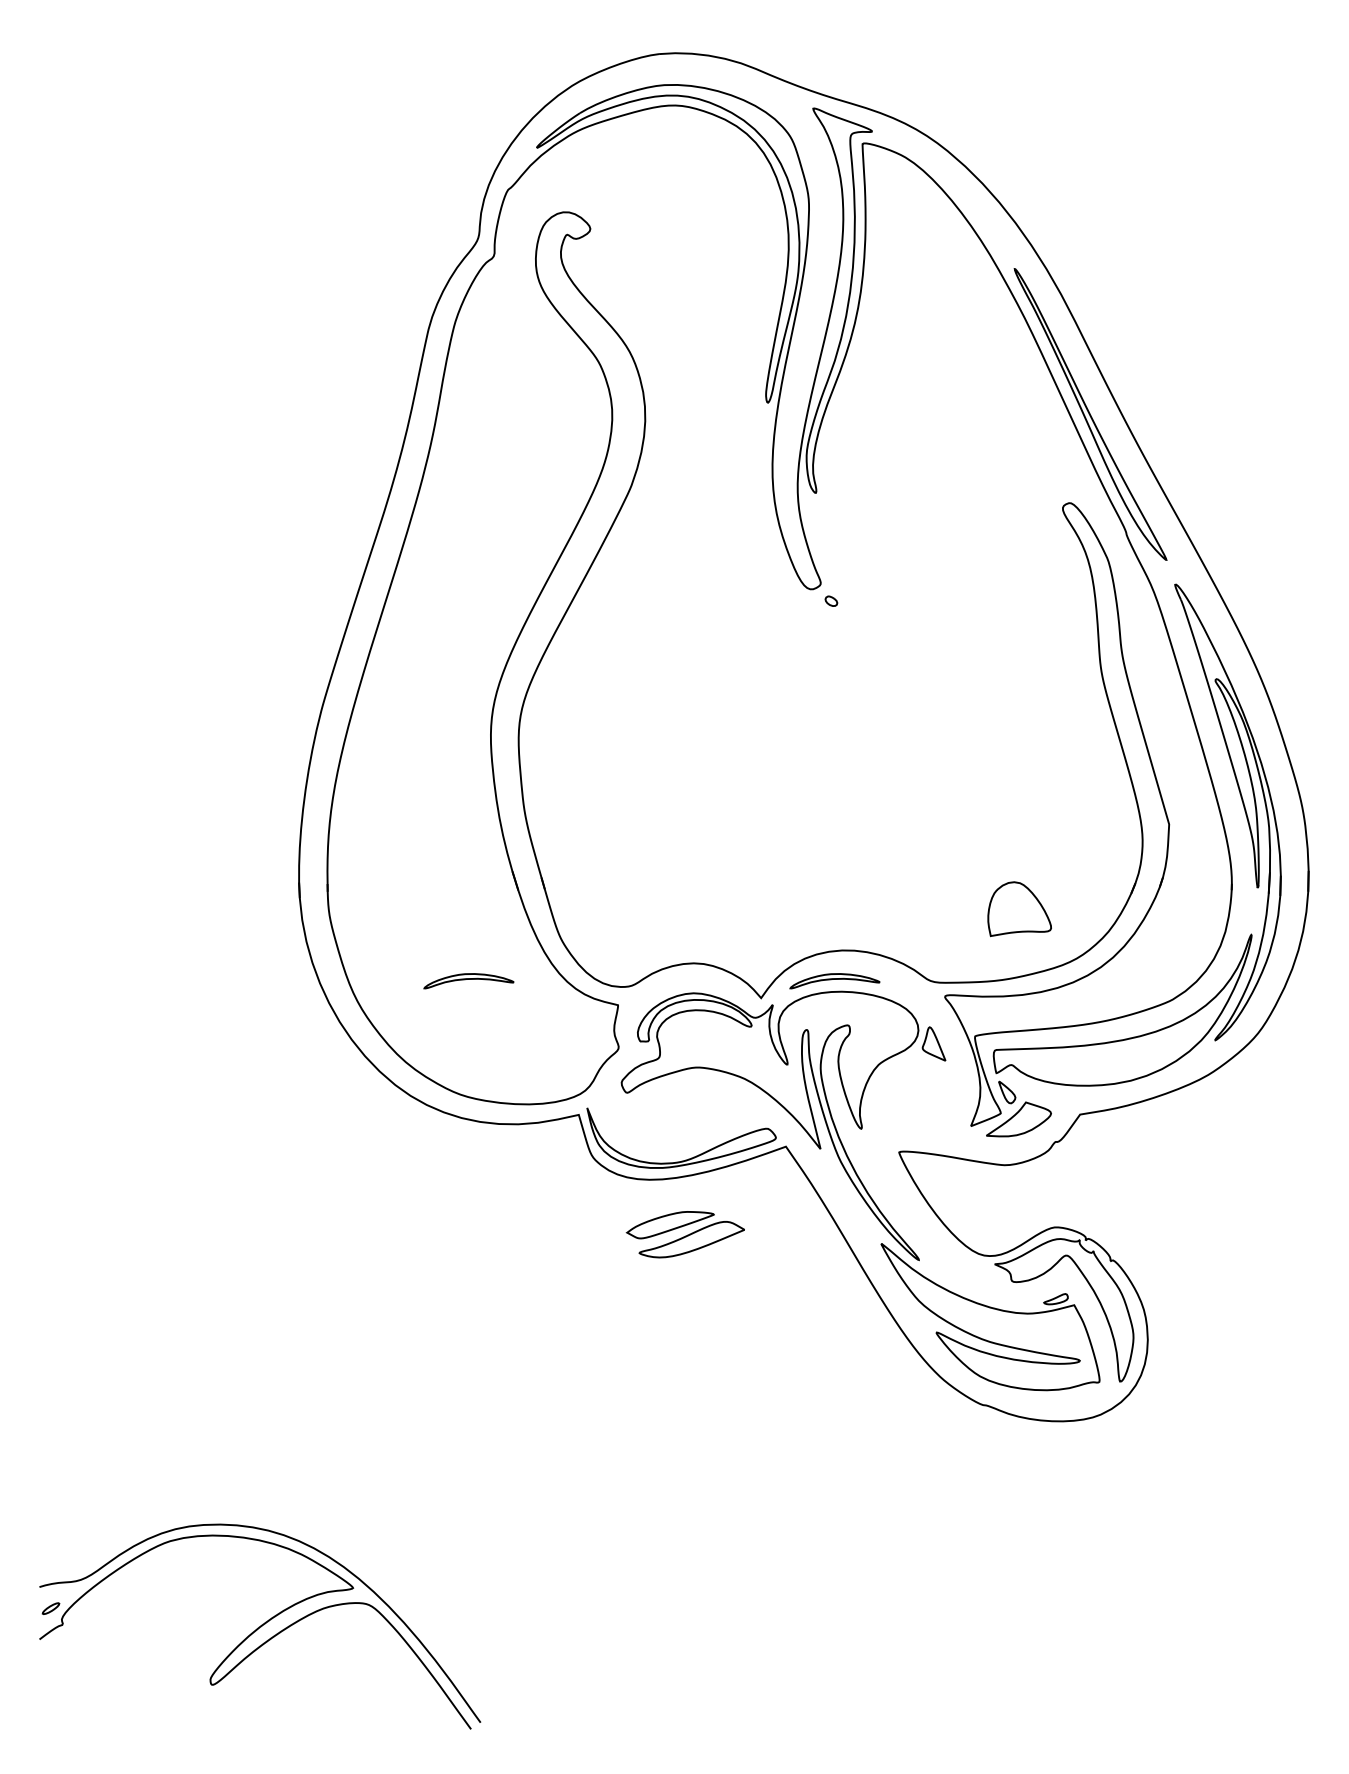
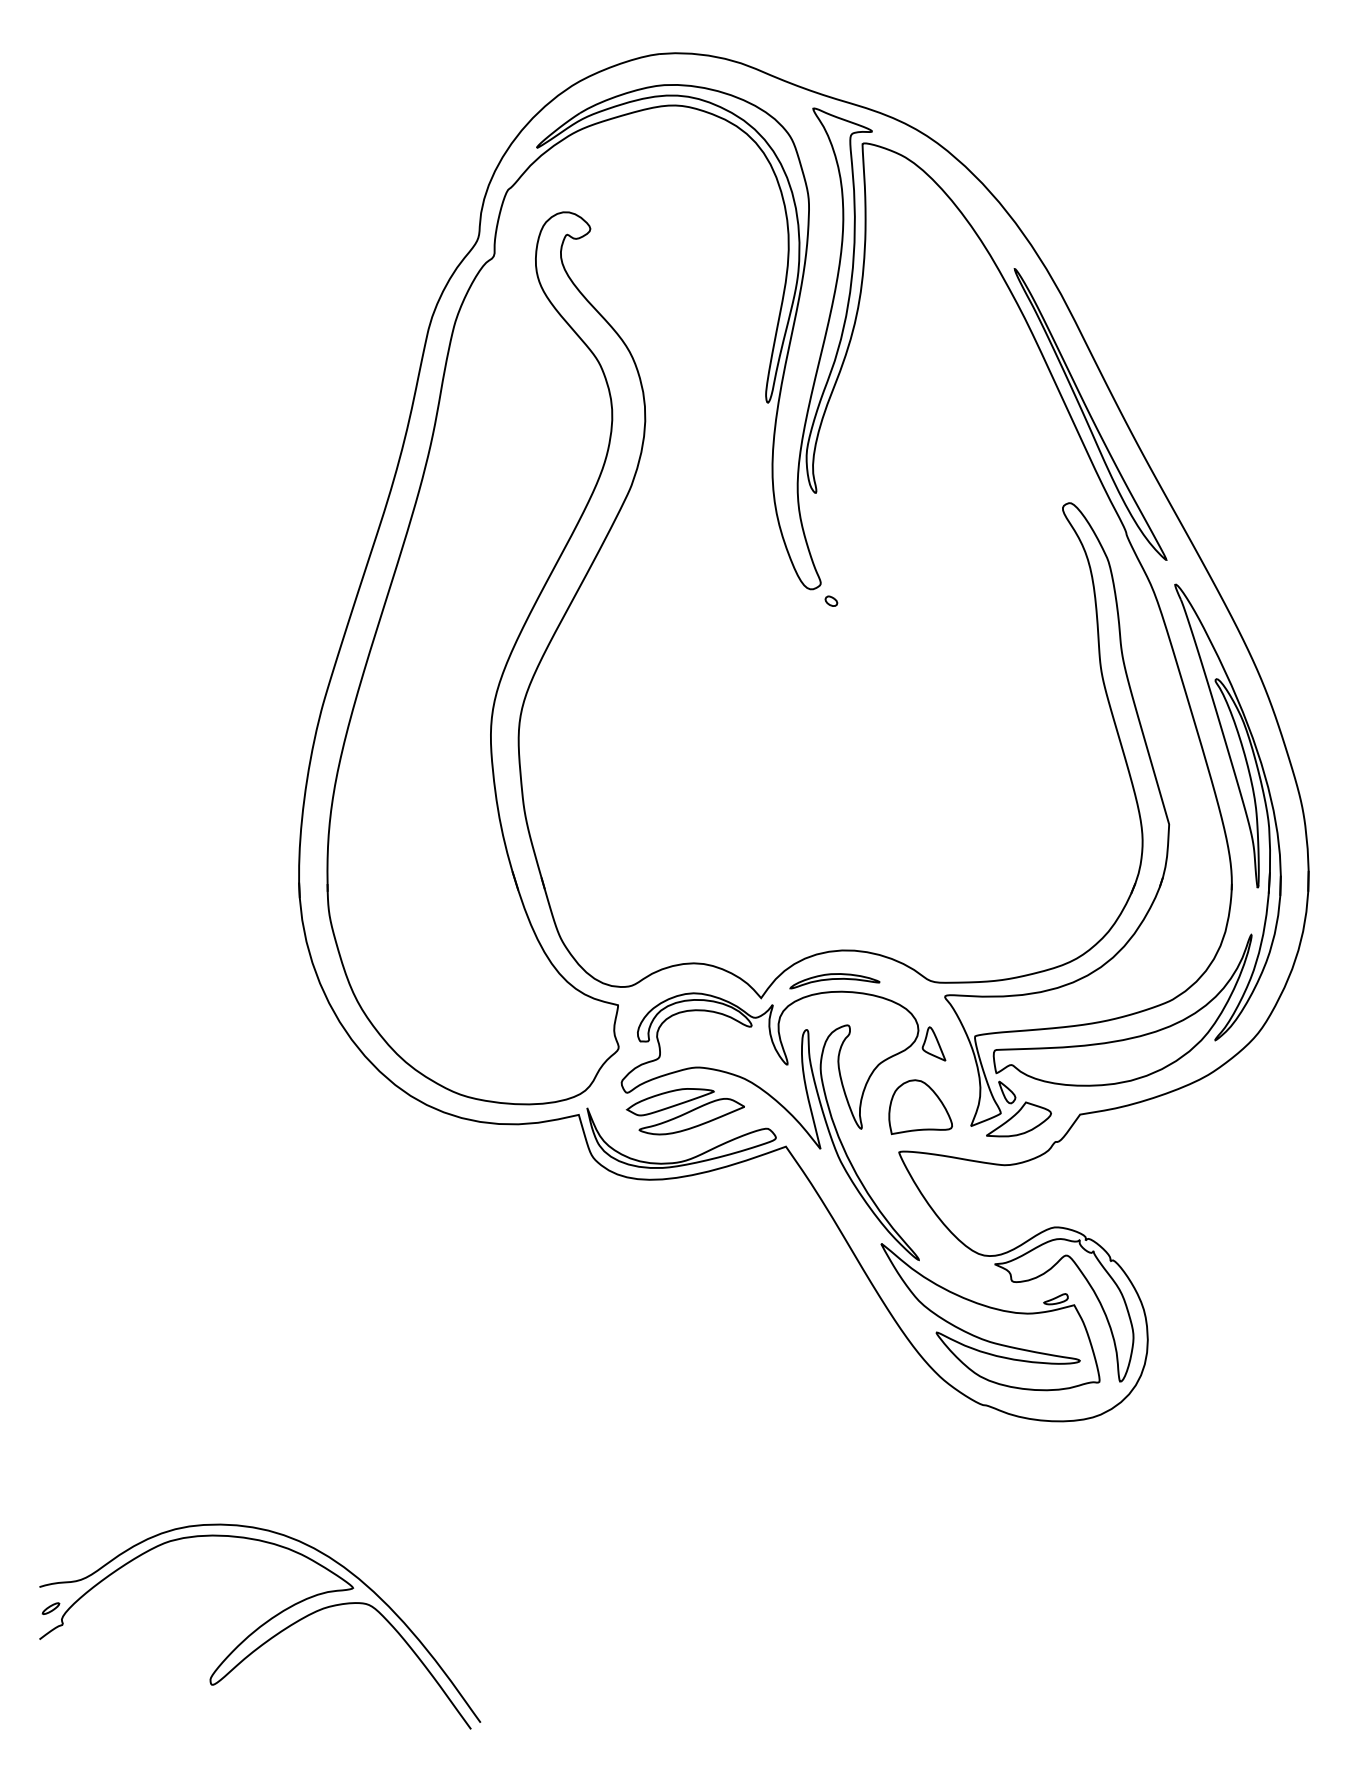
part at (1019, 909) position: (1019, 909) -> (920, 1107)
part at (468, 981): present -> none
part at (684, 1234) position: (684, 1234) -> (684, 1111)
